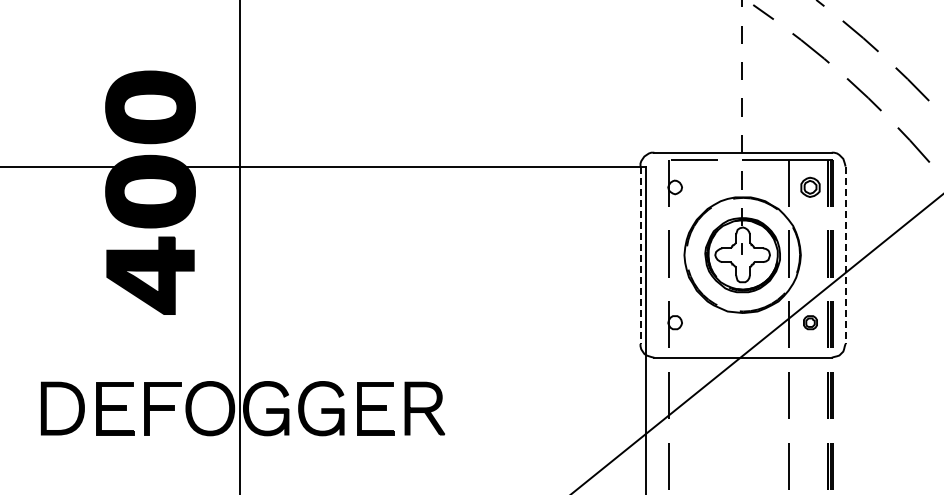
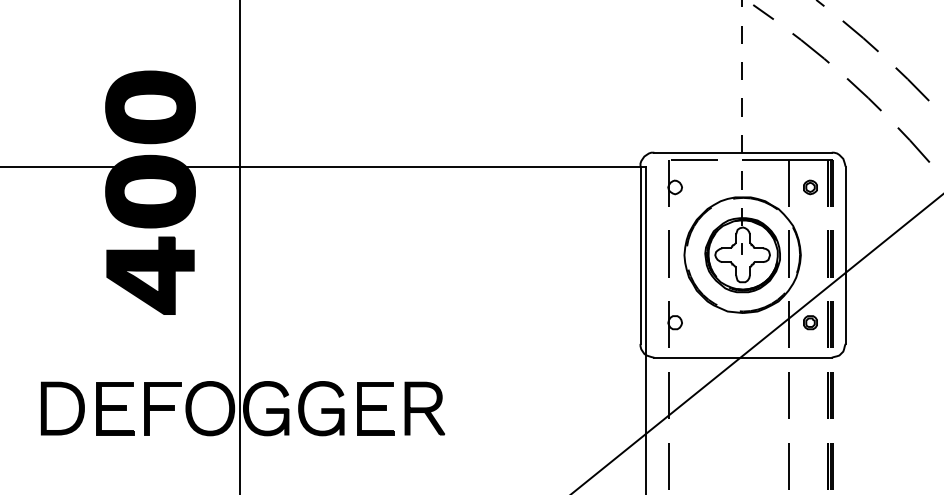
part at (810, 186) size: 21x22 px -> 15x17 px
line at (640, 255): dashed -> solid
line at (845, 255): dashed -> solid
